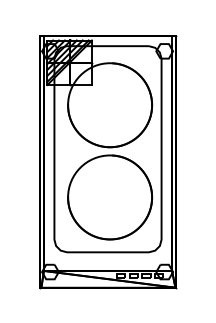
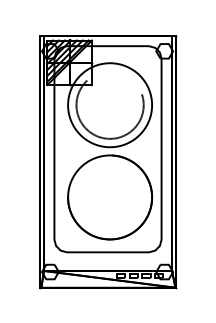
circle at (110, 105) diameter: 84 px -> 67 px
